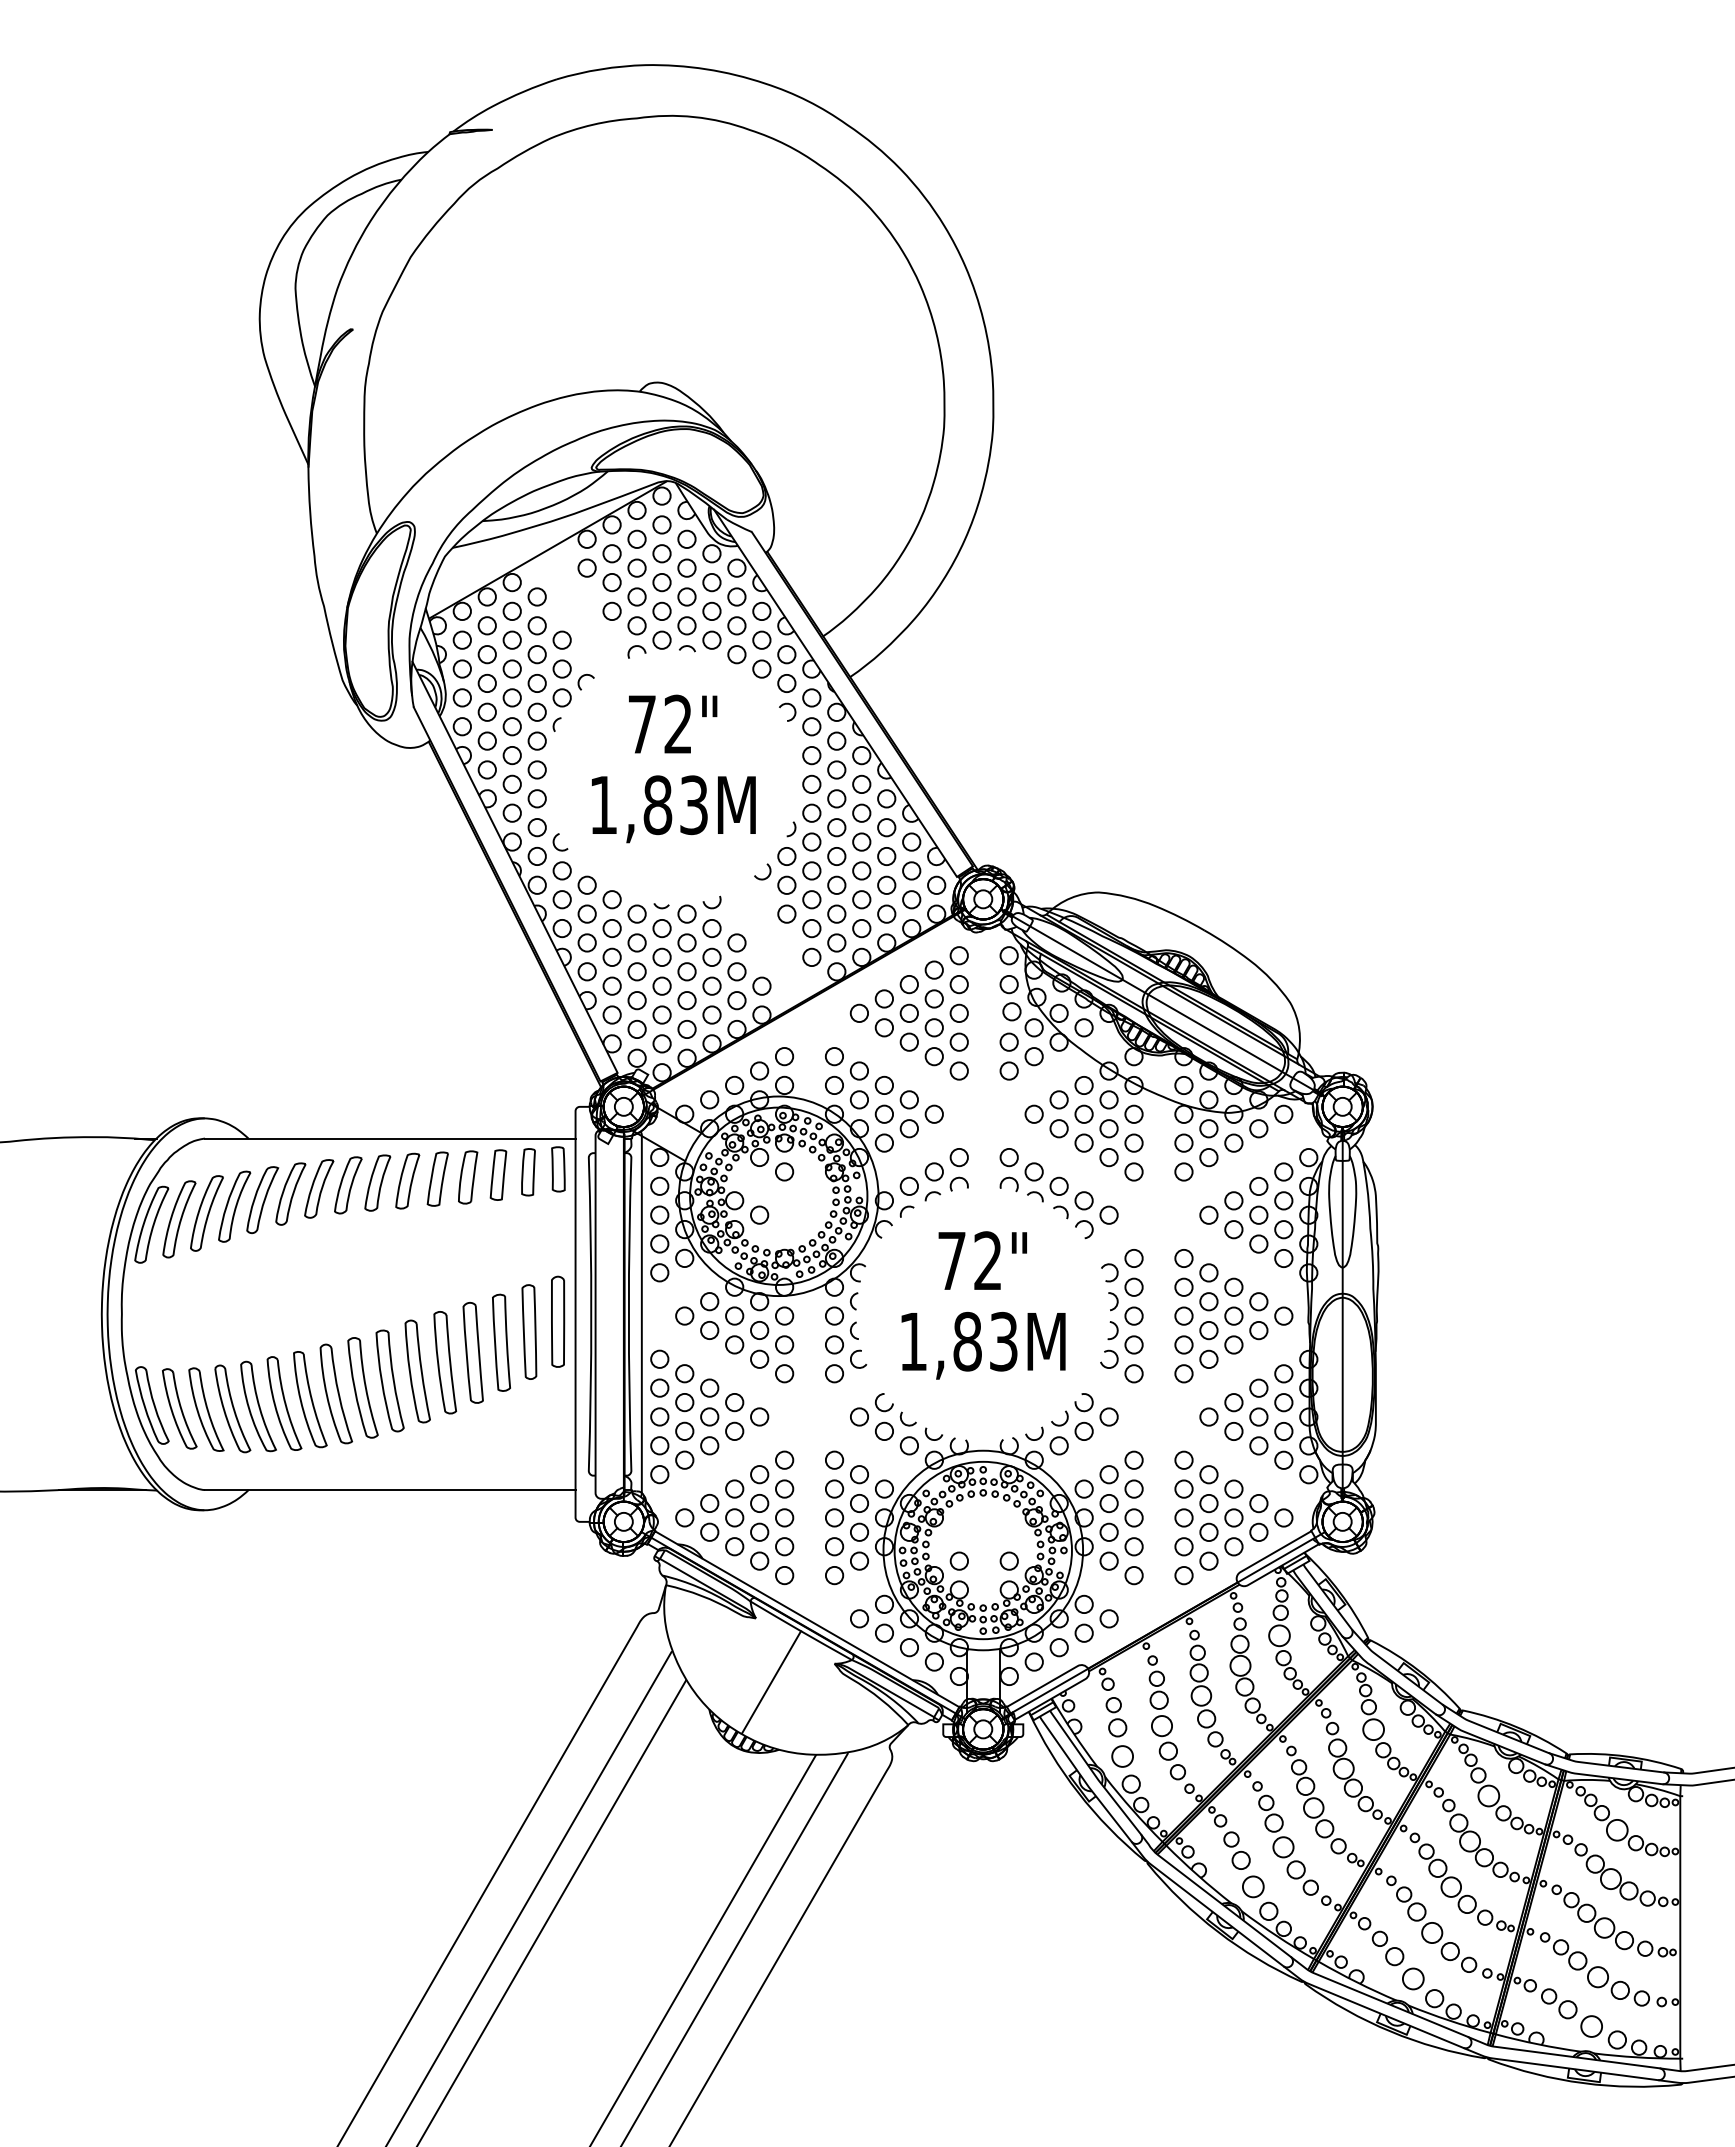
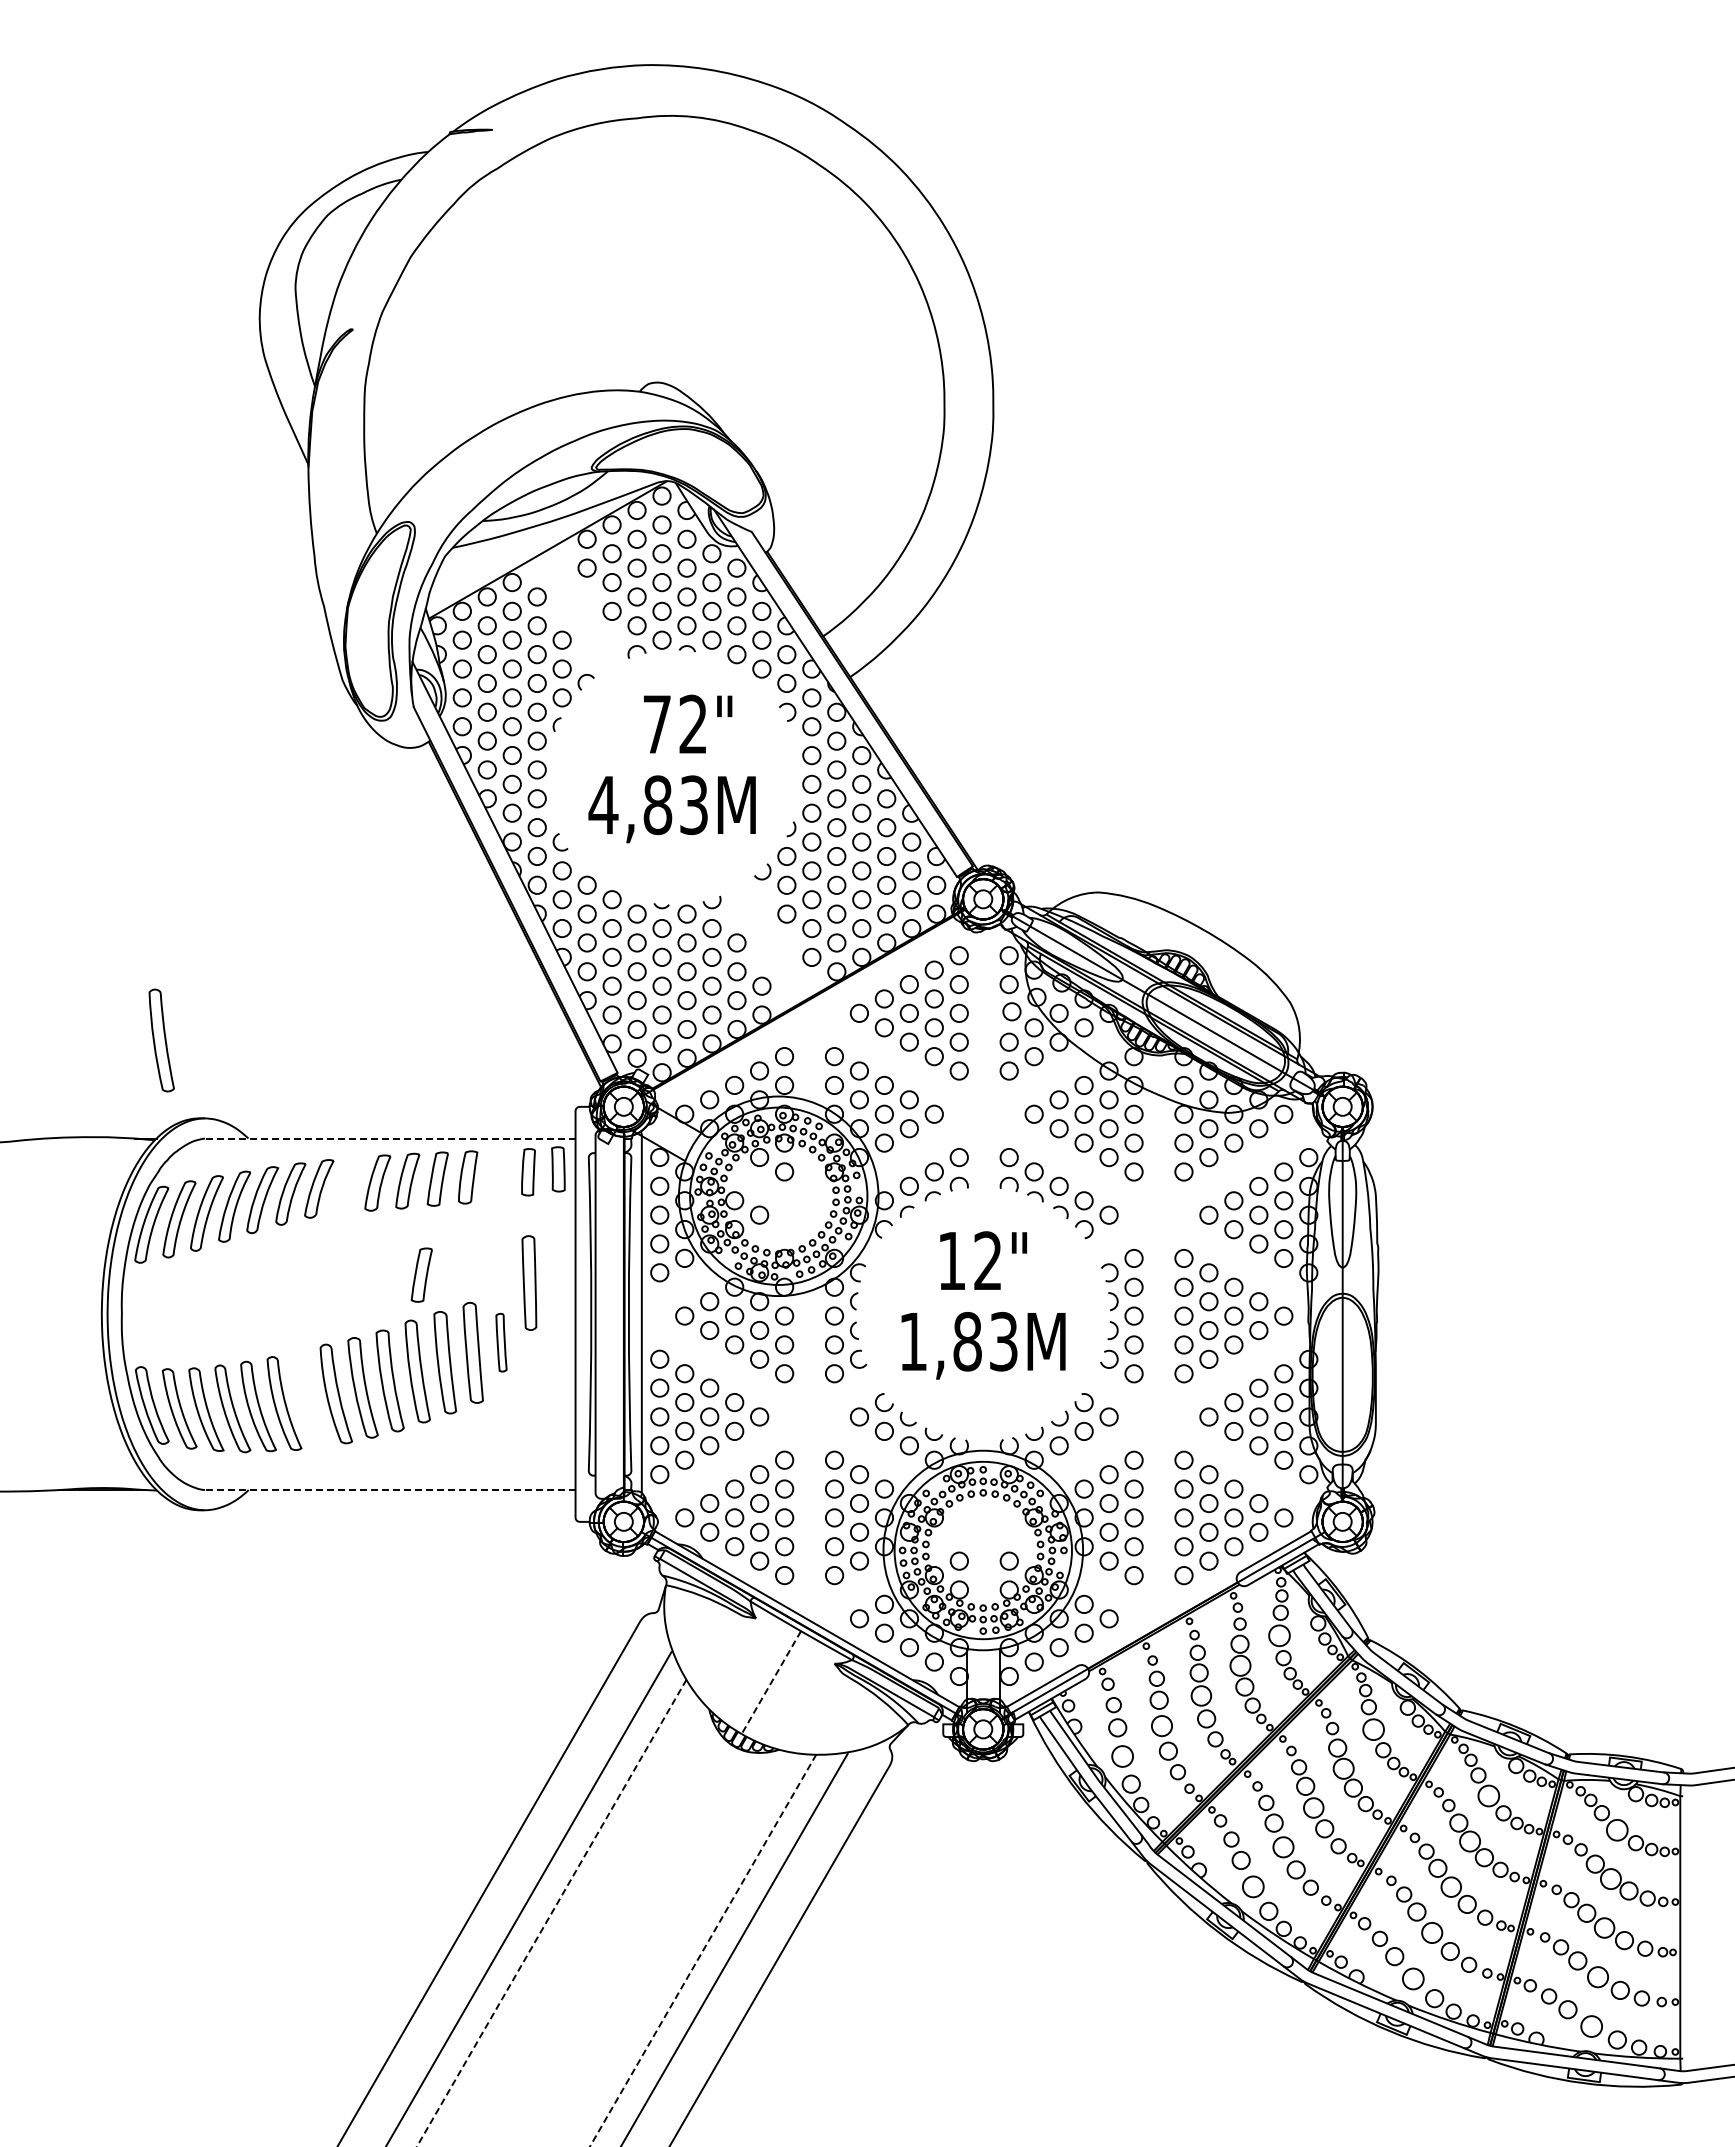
text at (673, 723) position: (673, 723) -> (688, 723)
text at (603, 804): 1,83M -> 4,83M
part at (161, 1040): none -> present
line at (389, 1138): solid -> dashed
part at (498, 1174): present -> none
part at (348, 1185): present -> none
text at (951, 1260): 72" -> 12"
part at (421, 1274): none -> present
part at (558, 1321): present -> none
part at (529, 1331) position: (529, 1331) -> (529, 1282)
part at (501, 1342) size: 19x99 px -> 13x61 px
part at (310, 1399): present -> none
line at (389, 1490): solid -> dashed
line at (771, 1682): solid -> dashed
line at (551, 1913): solid -> dashed
line at (702, 1950): solid -> dashed
